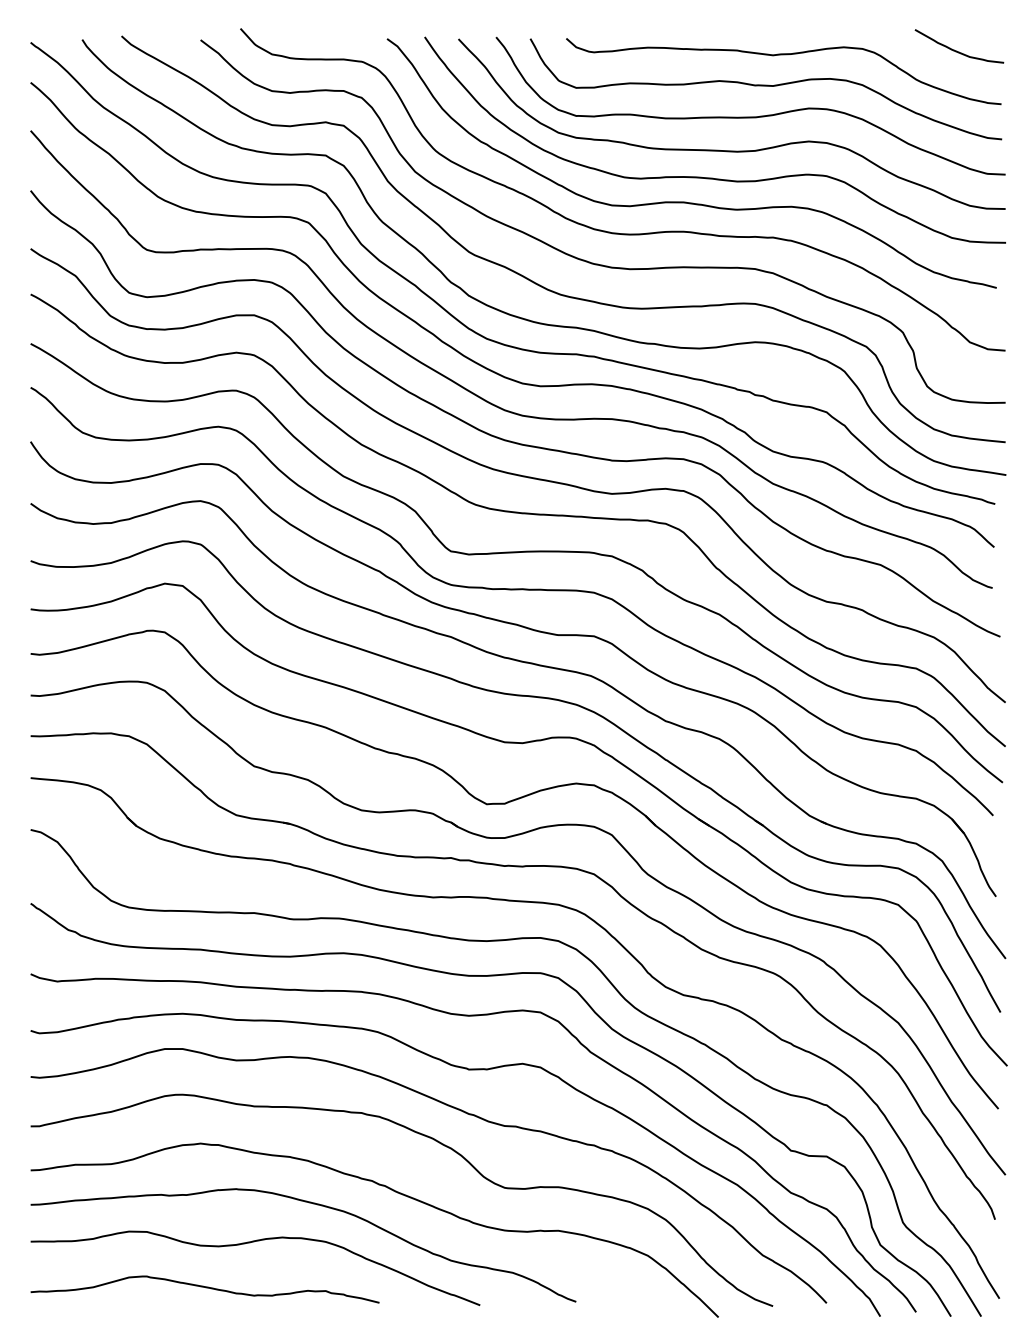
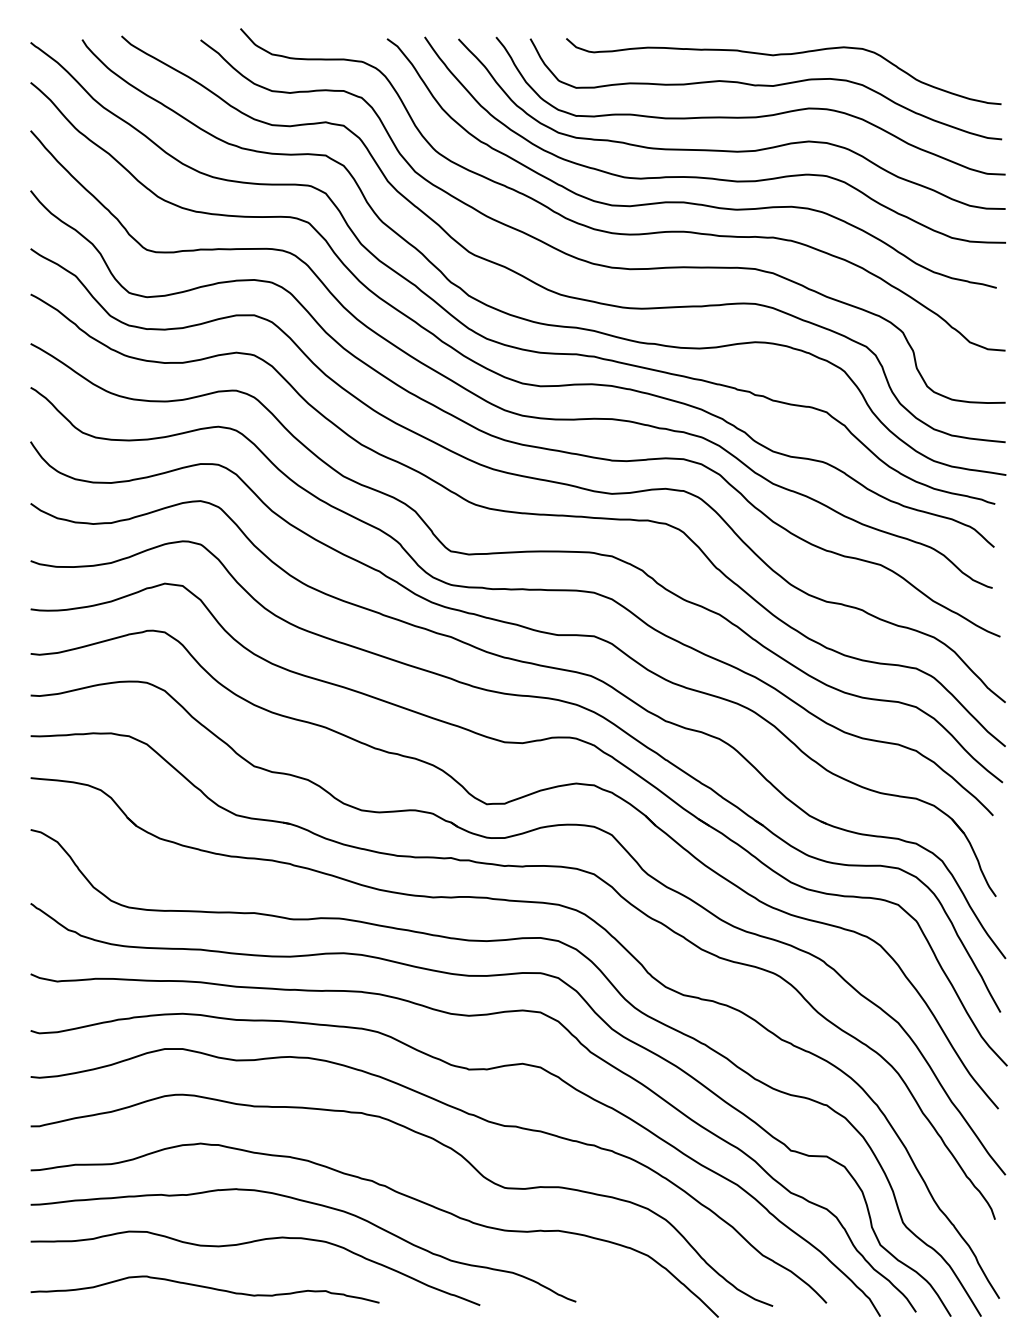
curve at (956, 50): present -> none
